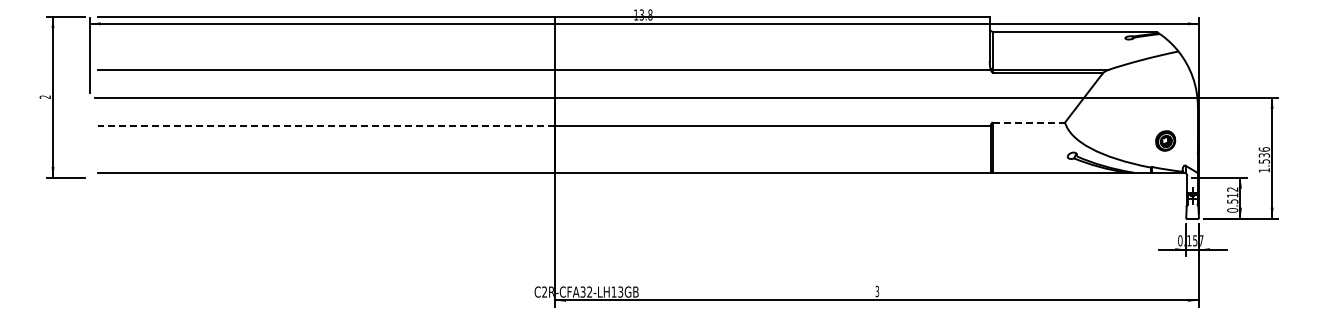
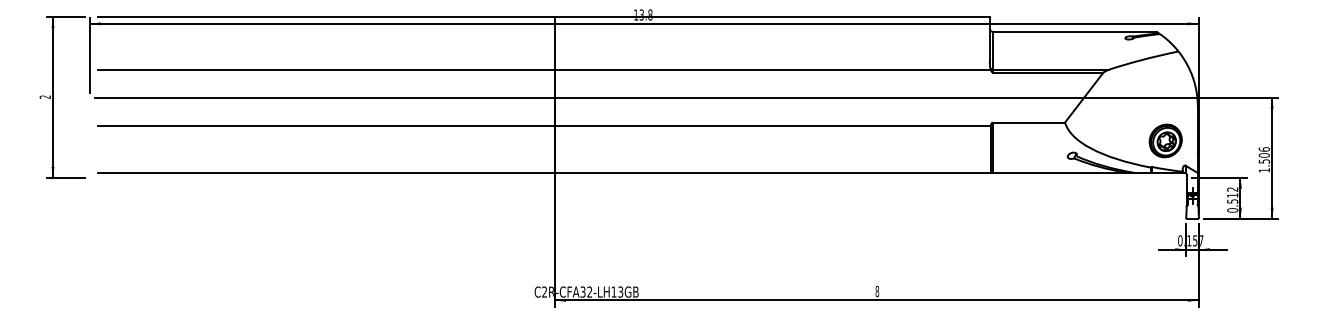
line at (1029, 122): dashed -> solid
line at (326, 125): dashed -> solid
part at (1165, 140) size: 22x22 px -> 35x36 px
text at (1263, 155): 1.536 -> 1.506
text at (877, 291): 3 -> 8
